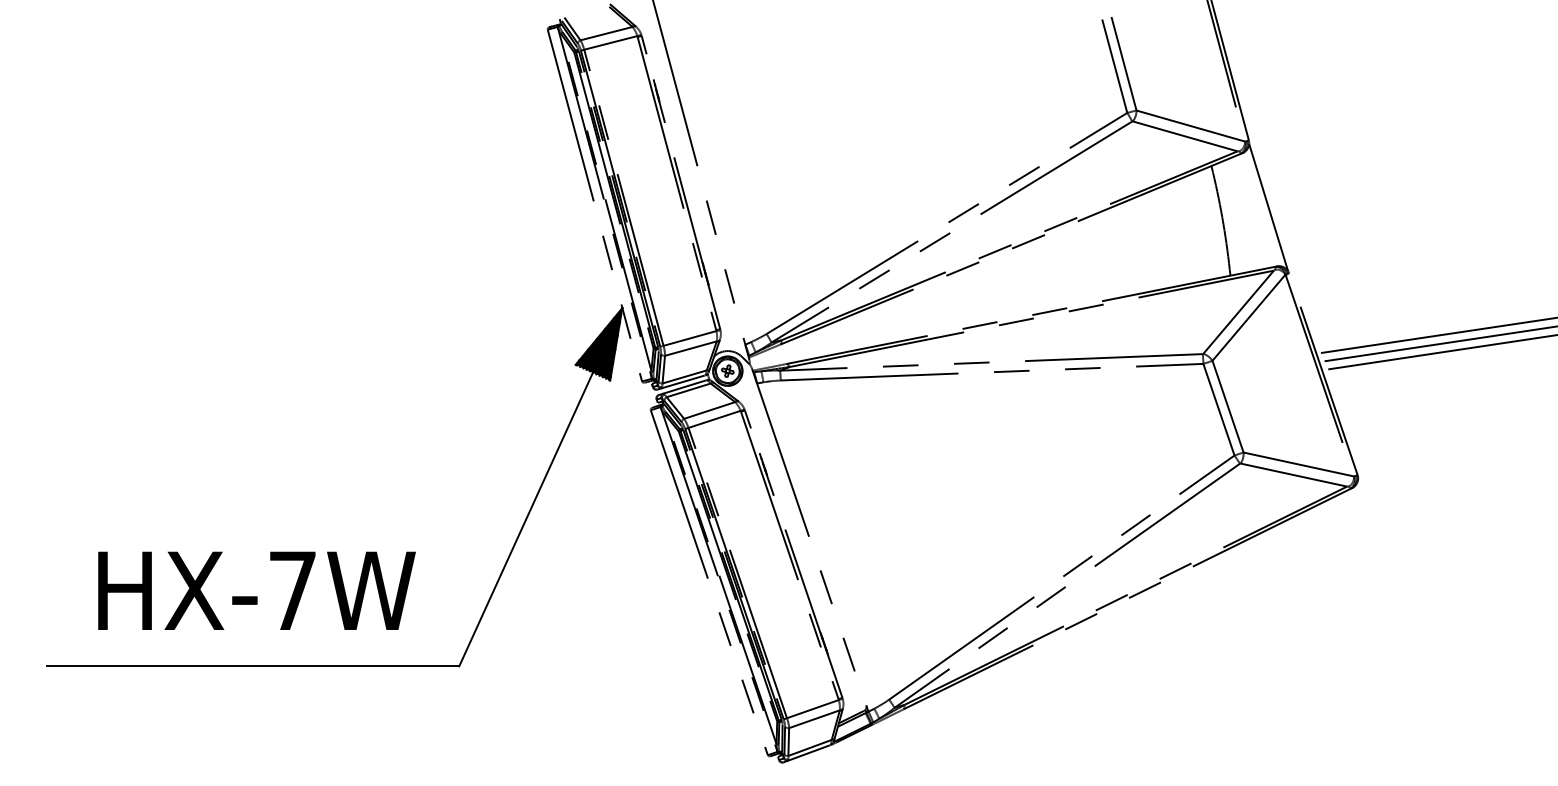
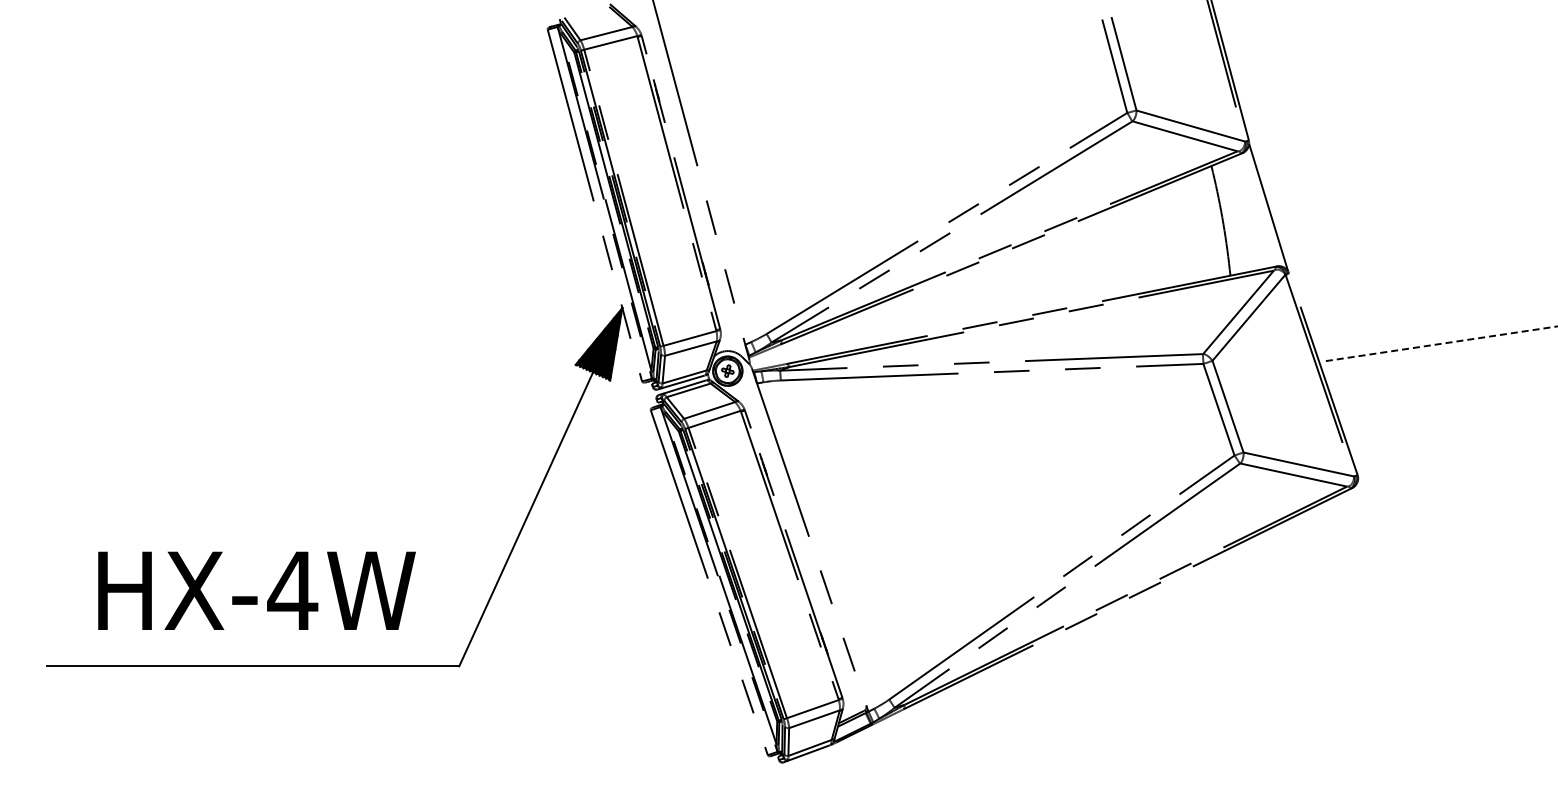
line at (1437, 335): present -> none
line at (1441, 343): solid -> dashed
line at (1441, 352): present -> none
text at (292, 590): HX-7W -> HX-4W
